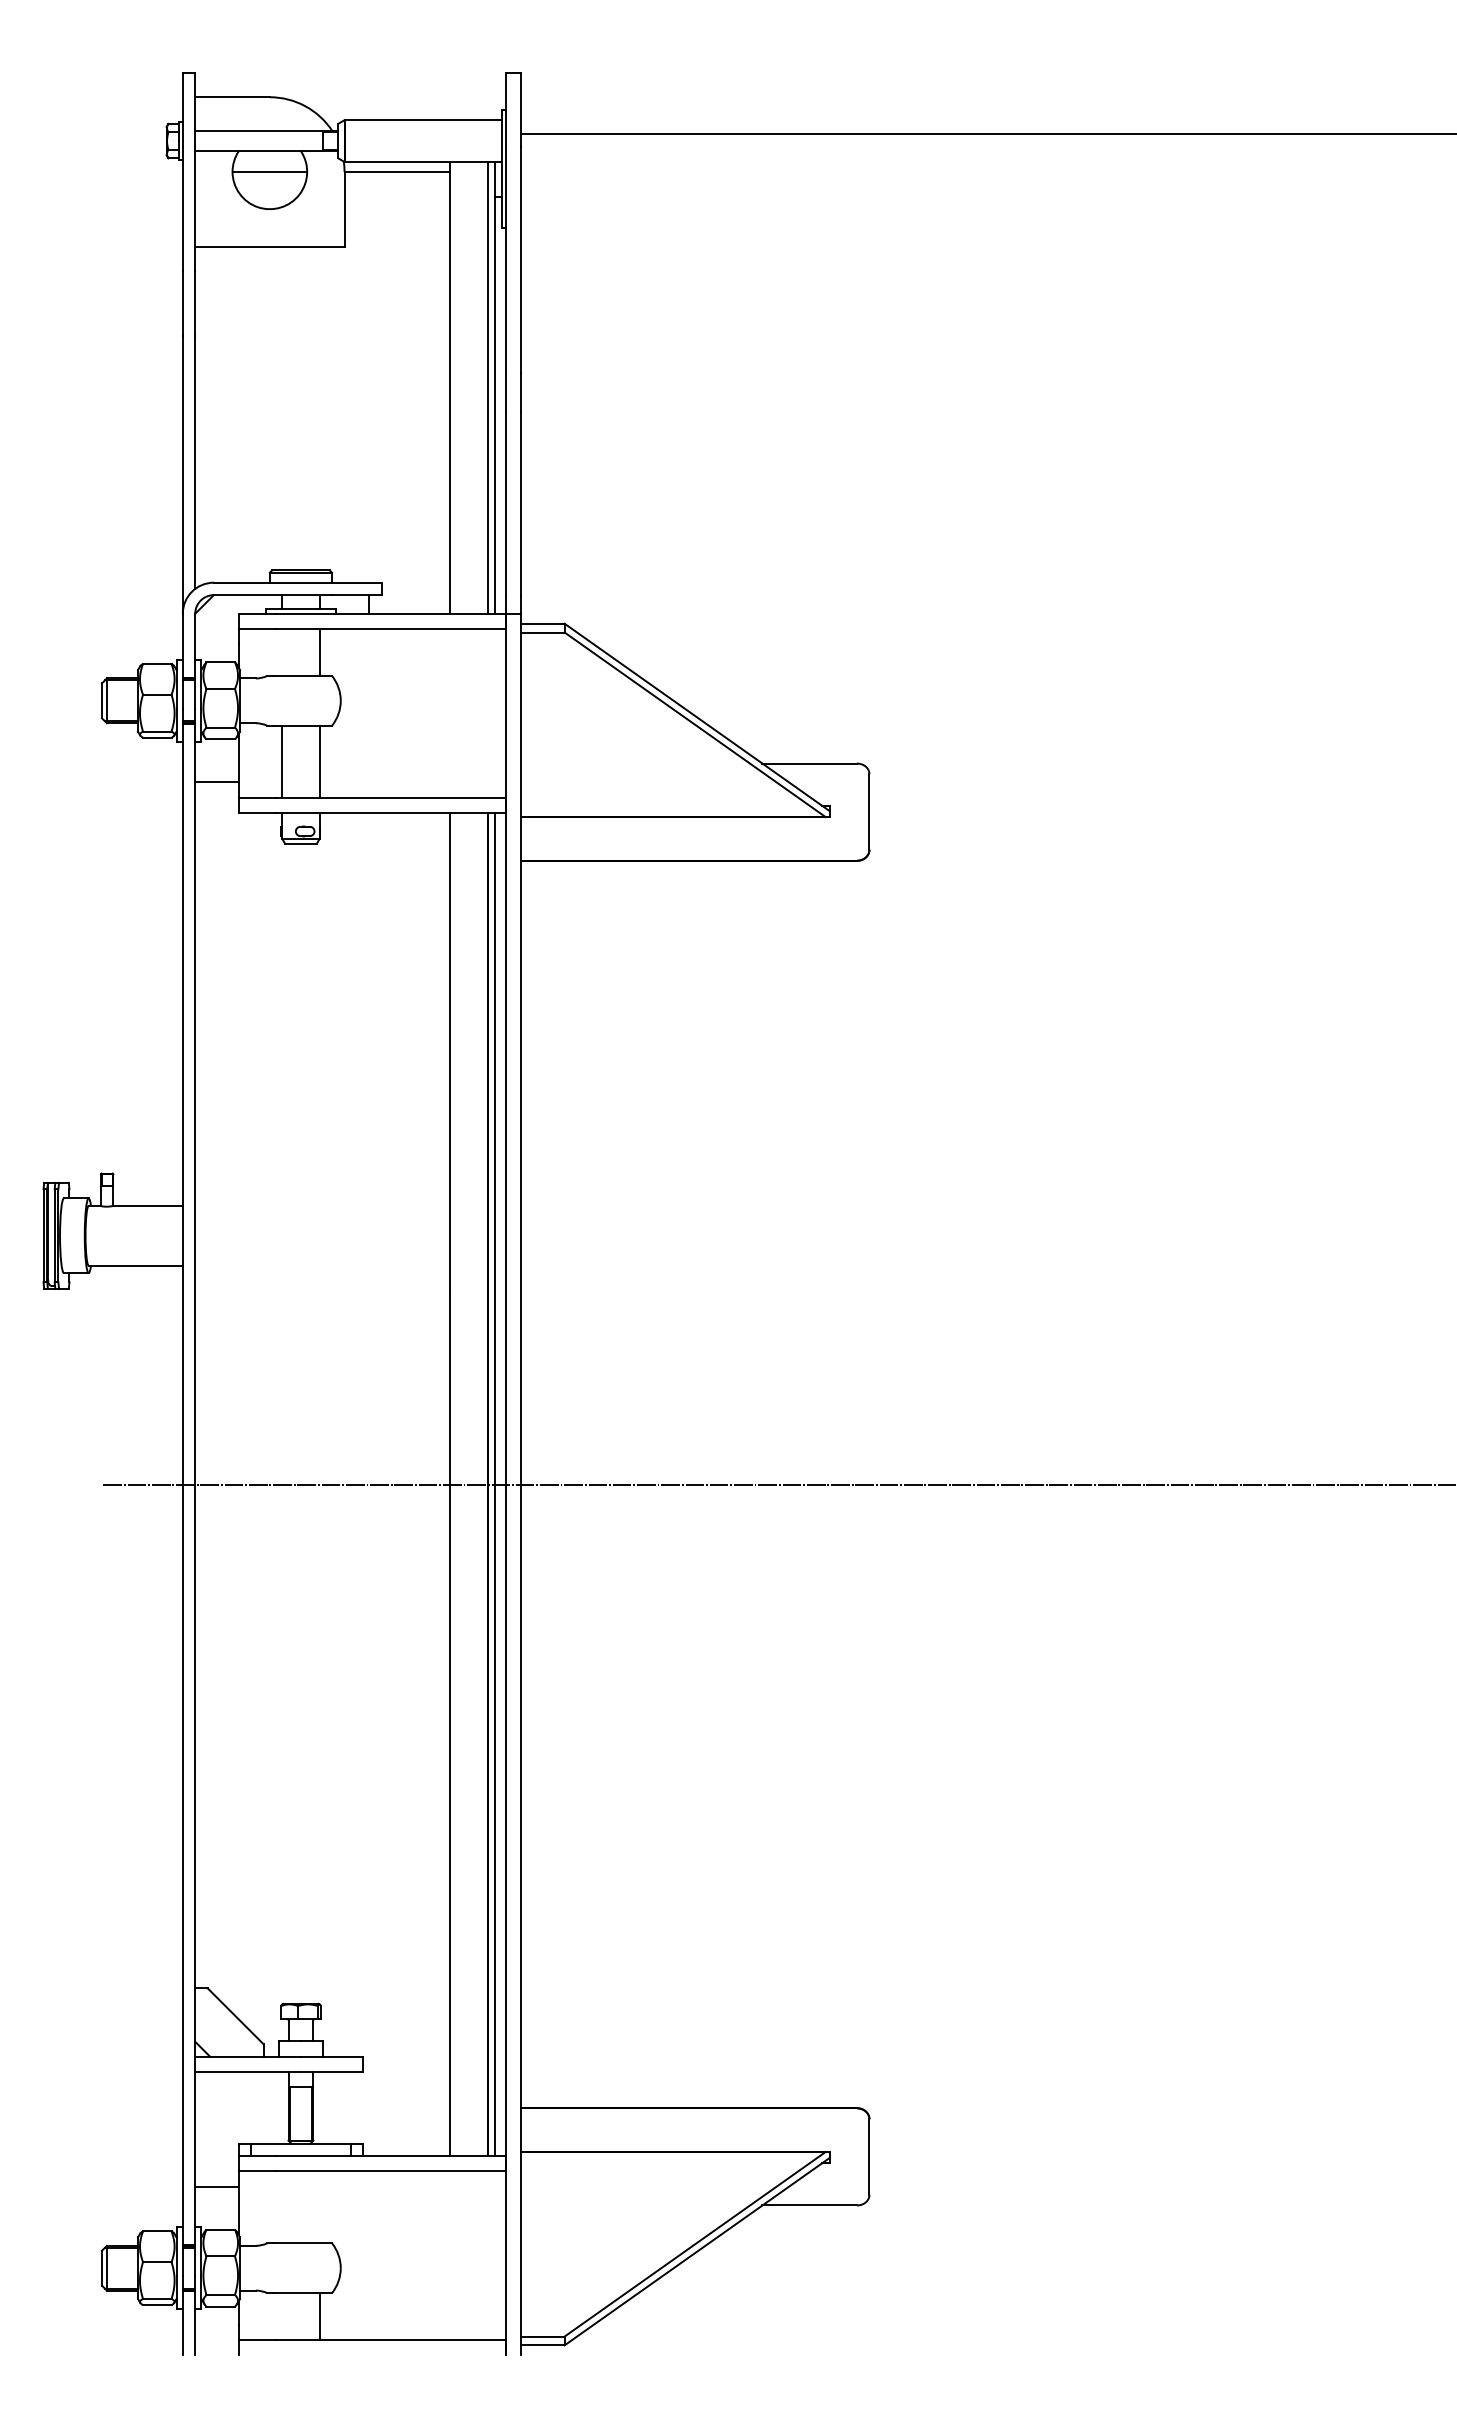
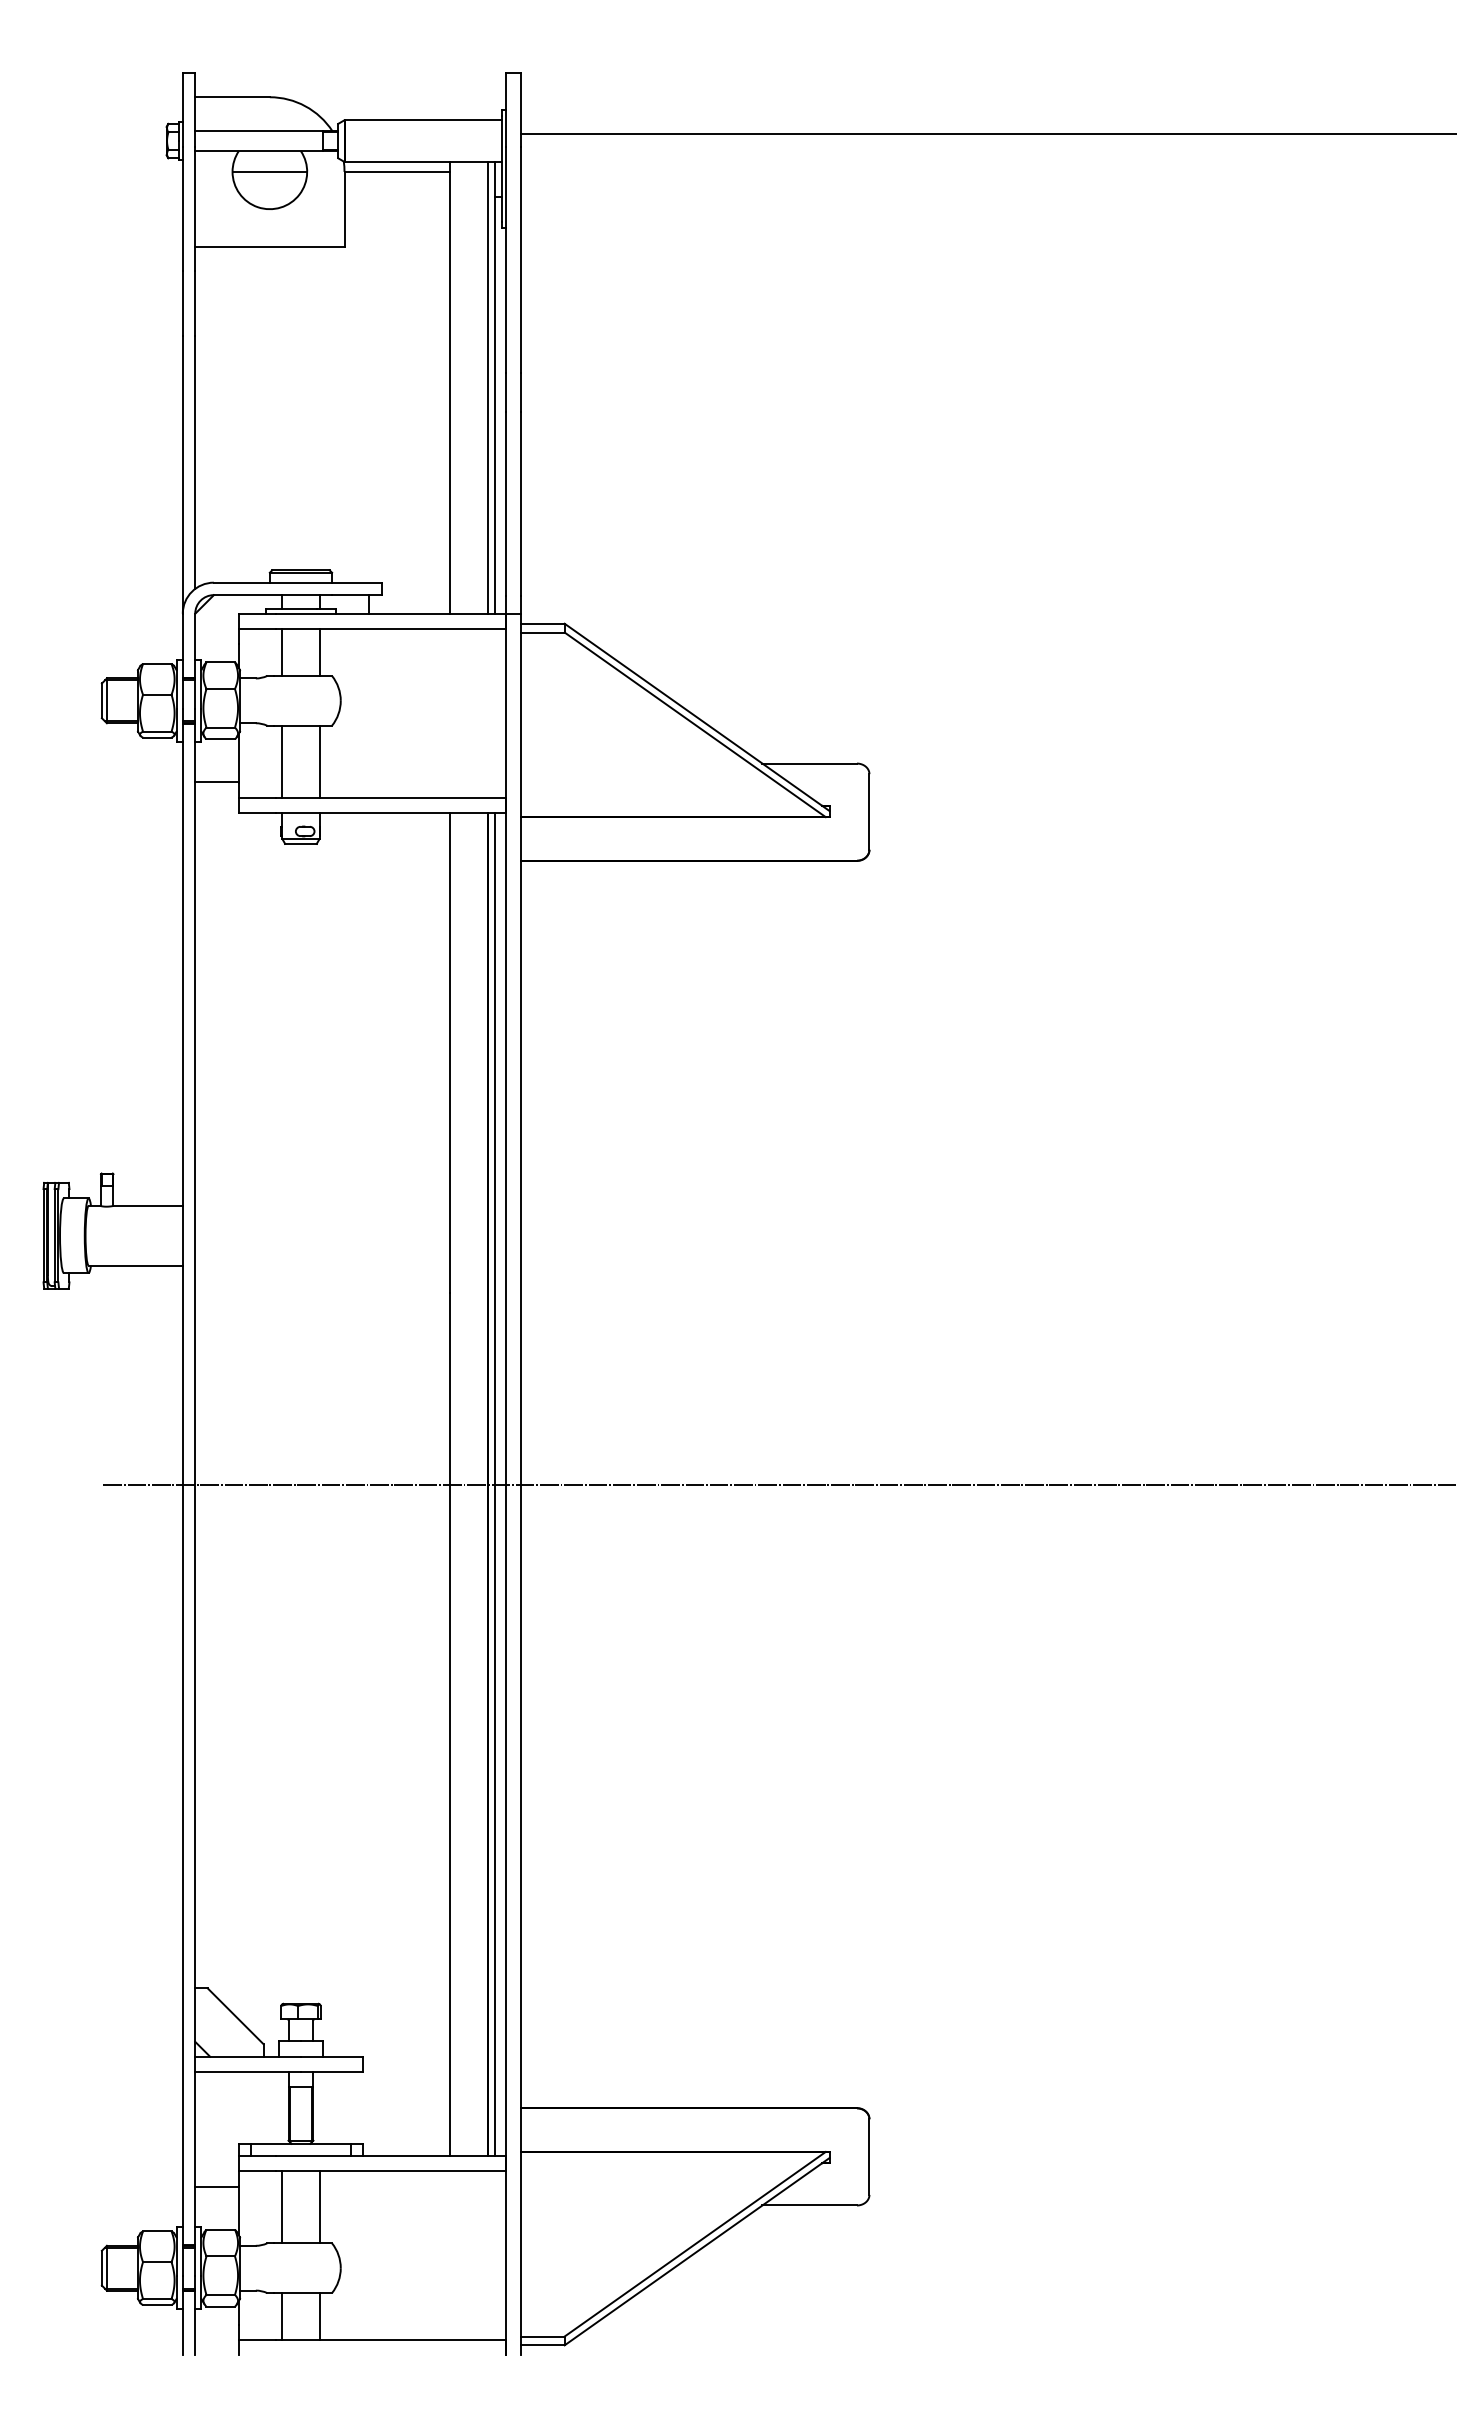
line at (282, 651): none -> present
line at (282, 2207): none -> present
line at (319, 2207): none -> present
line at (282, 2316): none -> present
